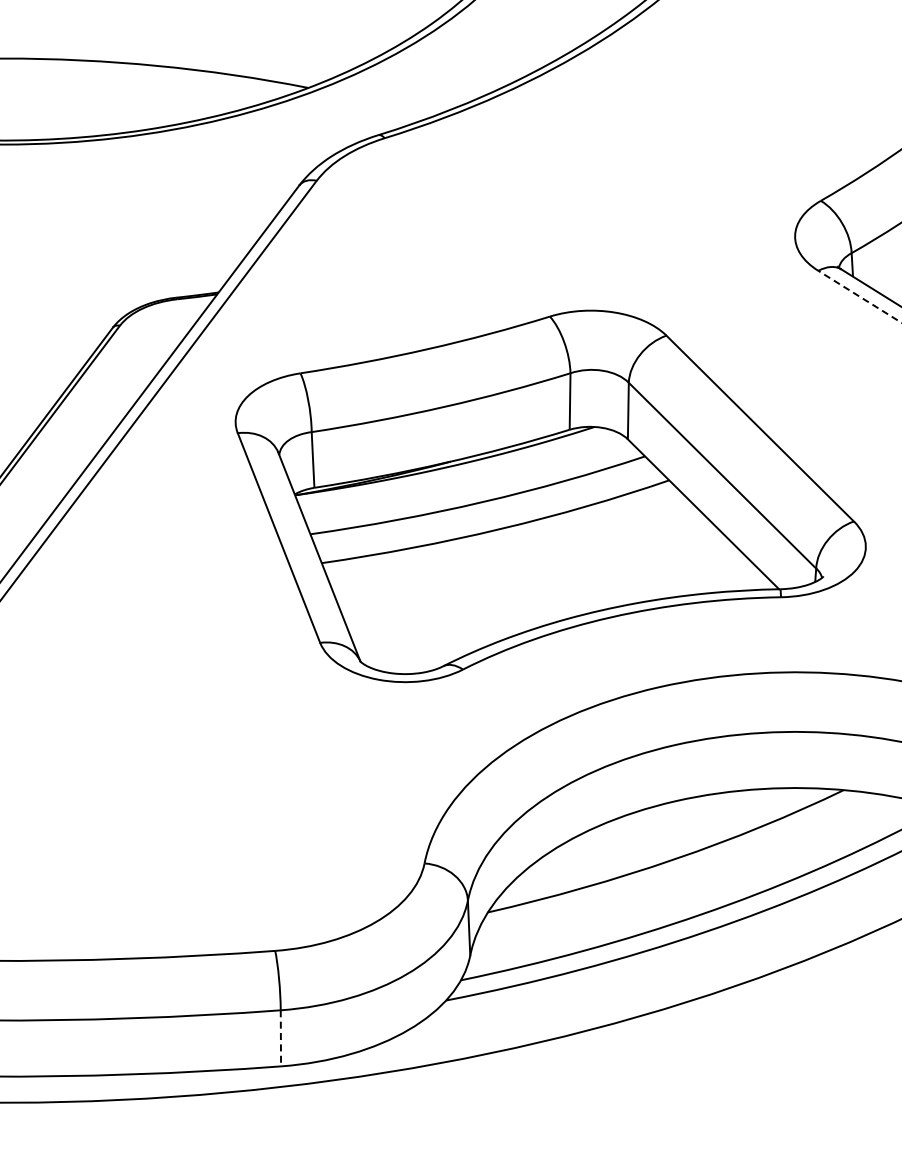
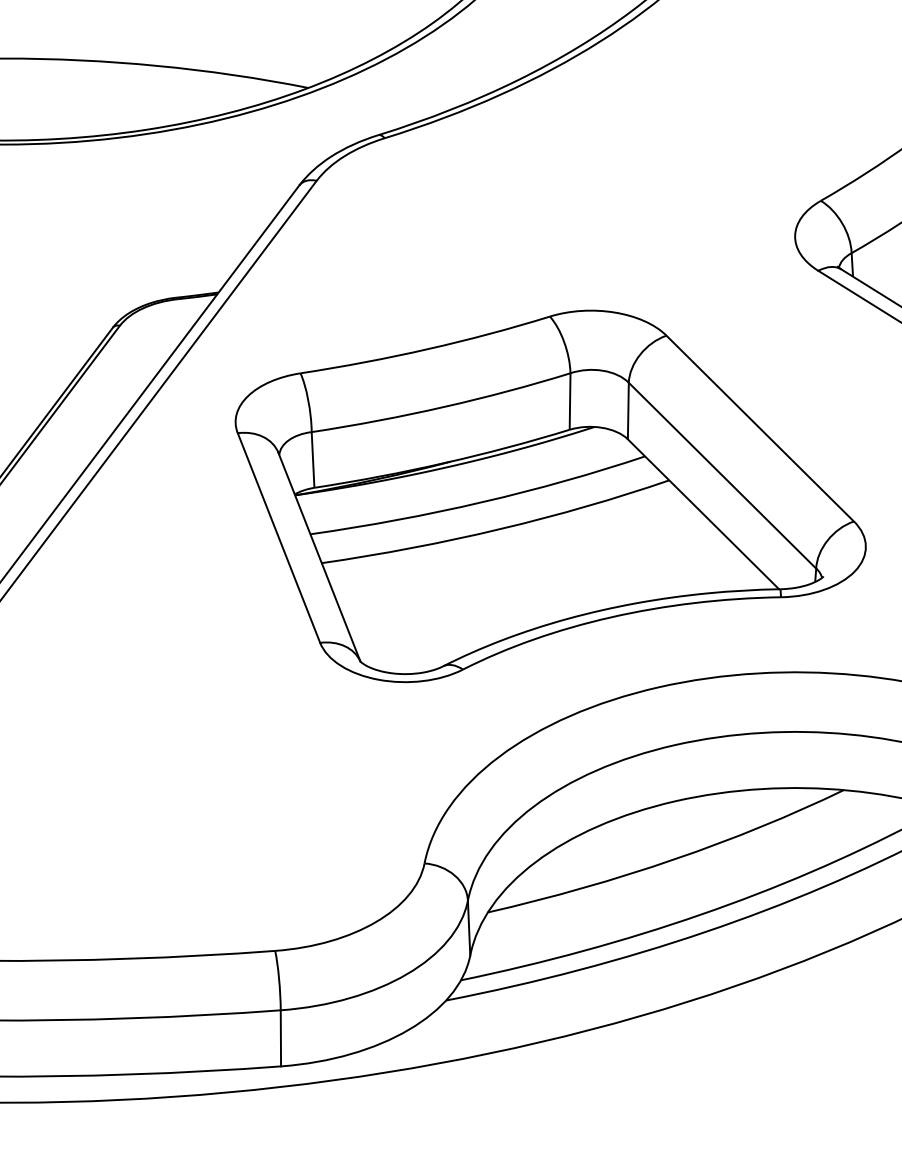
line at (859, 296): dashed -> solid
line at (280, 1038): dashed -> solid
